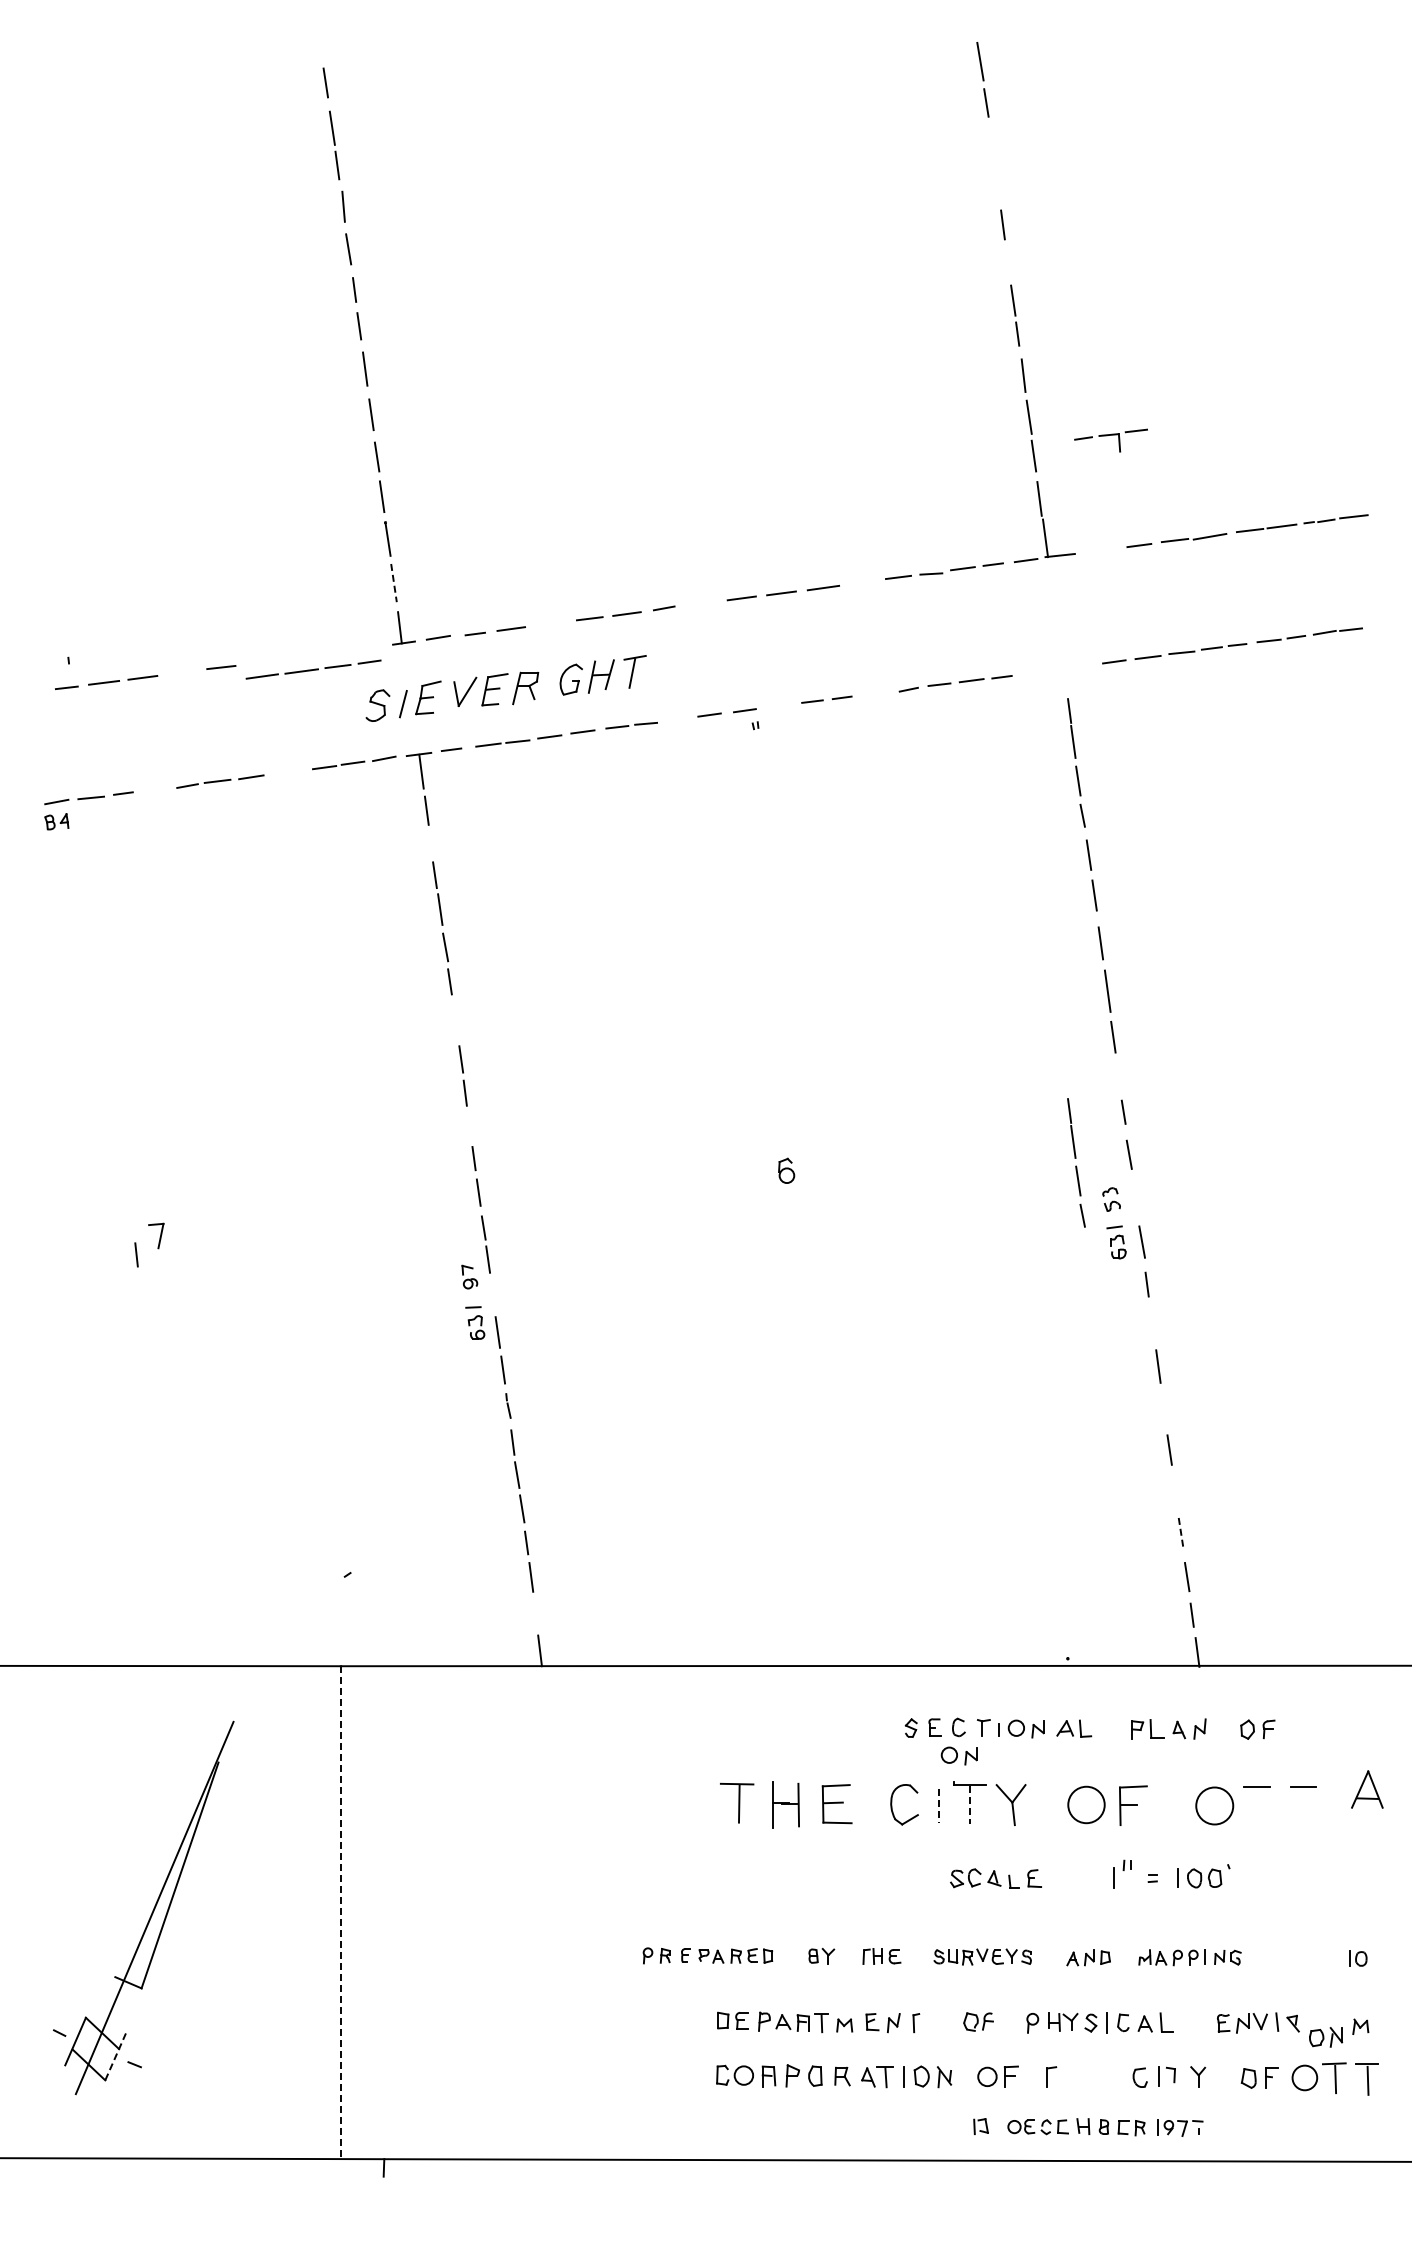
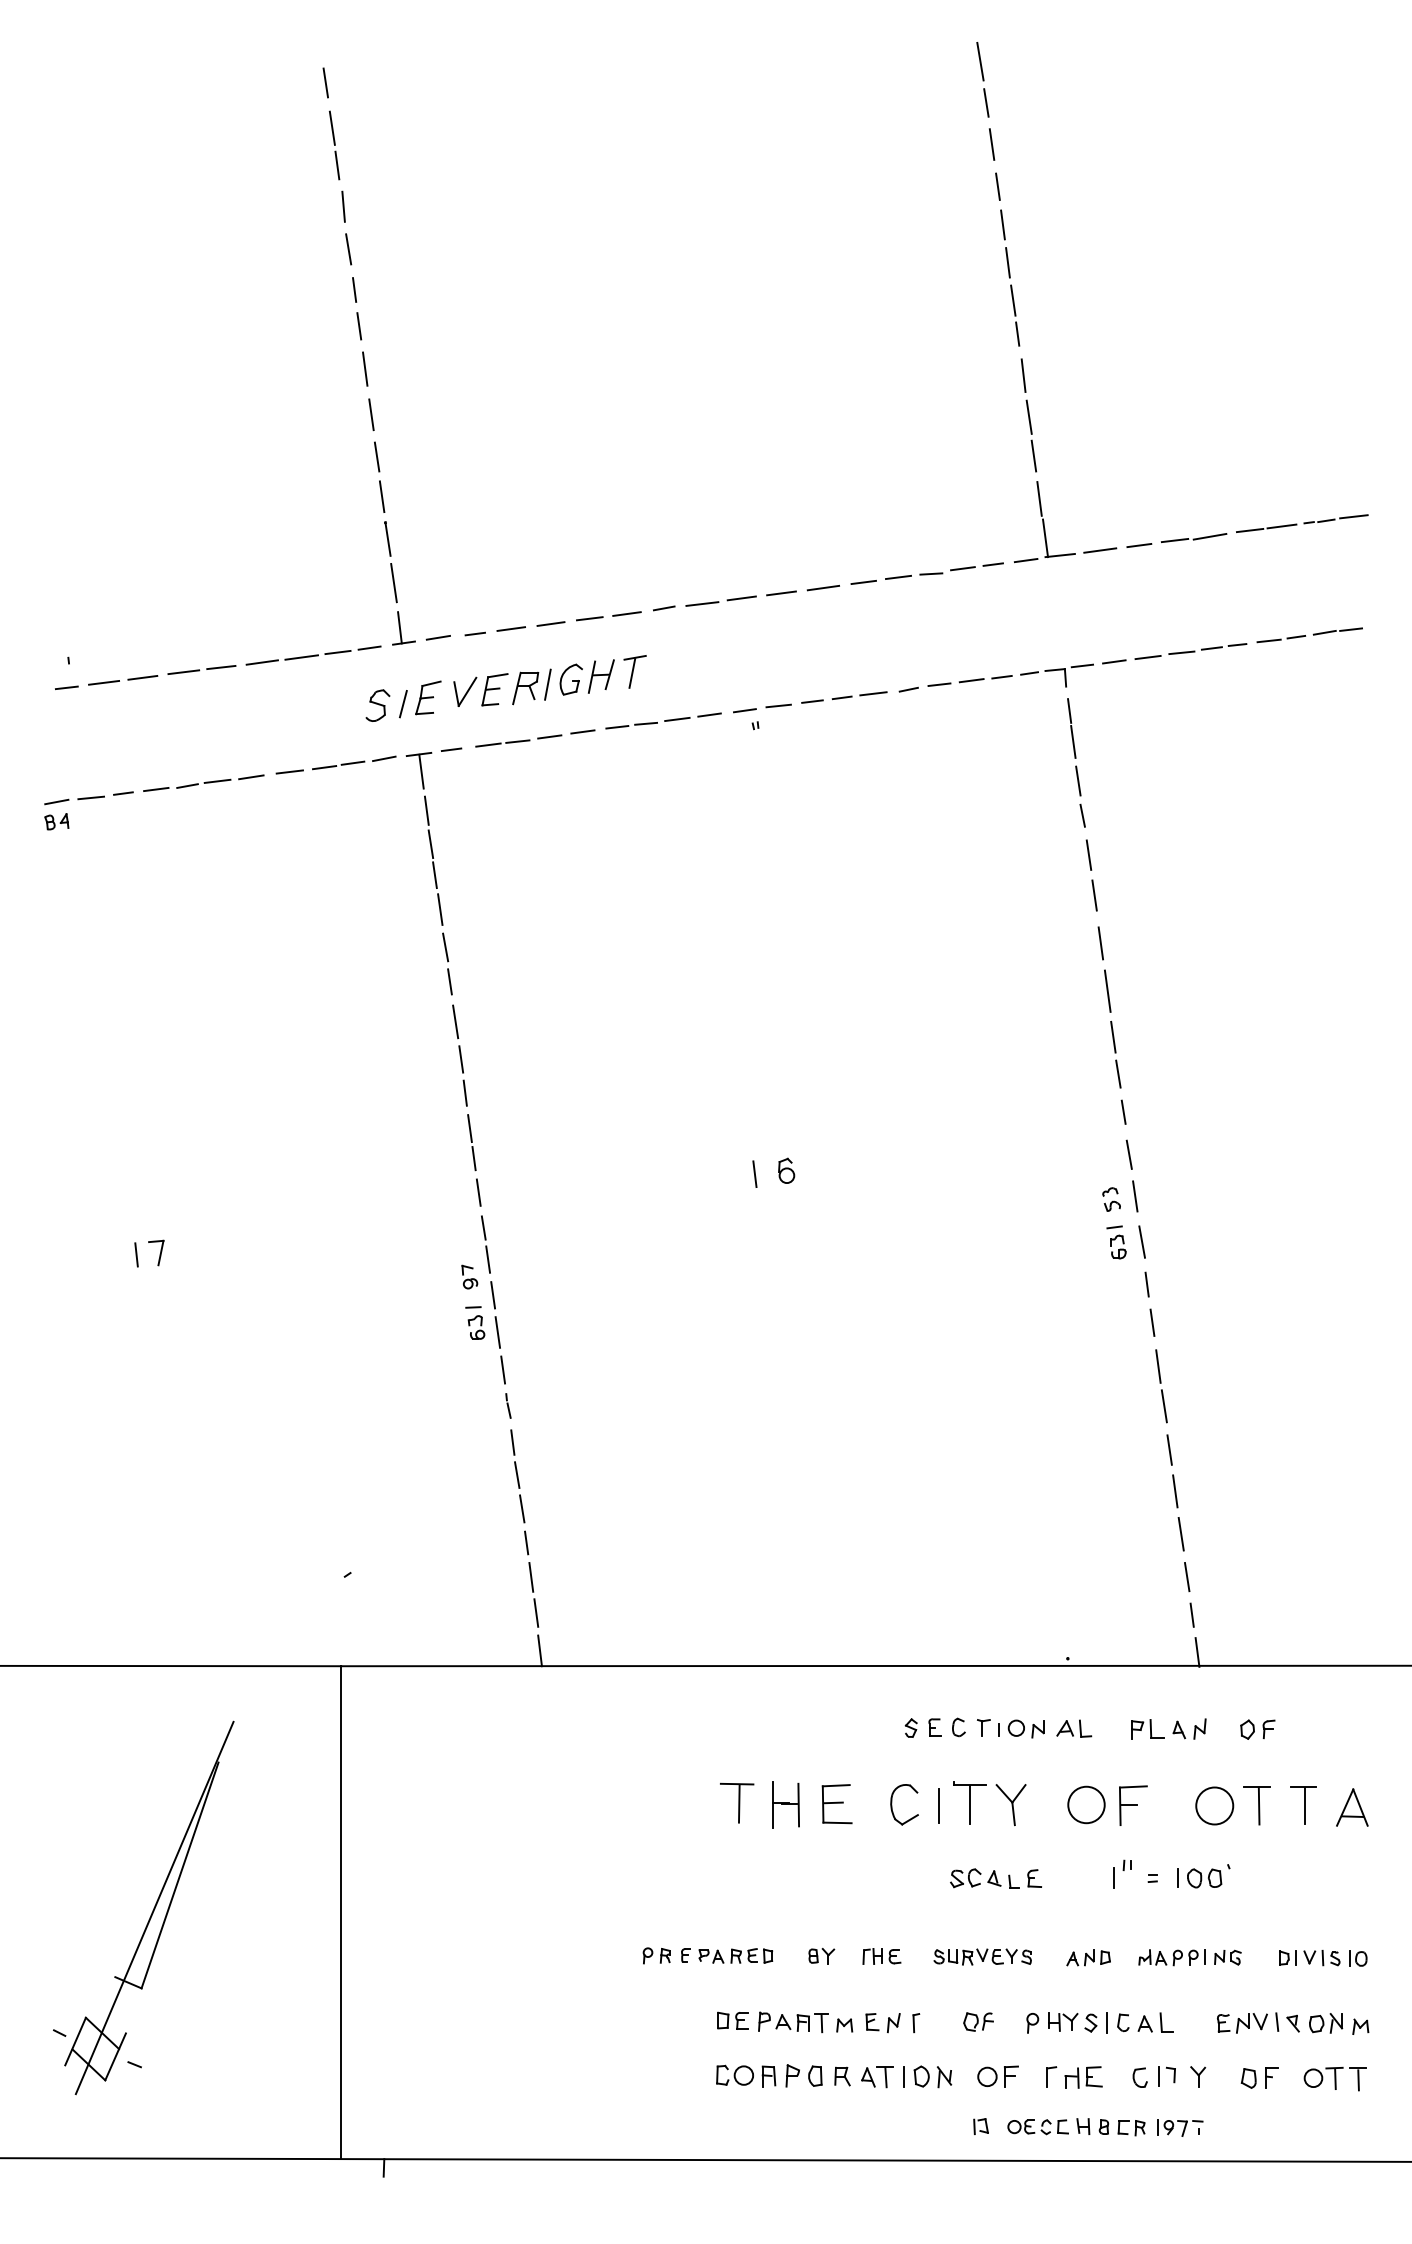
line at (992, 144): none -> present
line at (997, 186): none -> present
line at (1007, 262): none -> present
part at (1110, 440) position: (1110, 440) -> (1056, 675)
line at (1100, 550): none -> present
line at (863, 582): none -> present
line at (394, 583): dashed -> solid
line at (702, 603): none -> present
line at (550, 623): none -> present
part at (313, 669) position: (313, 669) -> (313, 655)
line at (183, 672): none -> present
line at (547, 684): none -> present
line at (873, 693): none -> present
line at (778, 705): none -> present
line at (677, 719): none -> present
line at (289, 771): none -> present
line at (156, 789): none -> present
line at (430, 844): none -> present
line at (455, 1021): none -> present
line at (1118, 1073): none -> present
line at (469, 1128): none -> present
part at (1076, 1162): present -> none
line at (754, 1174): none -> present
line at (1135, 1196): none -> present
part at (156, 1235) position: (156, 1235) -> (156, 1252)
line at (493, 1295): none -> present
line at (1152, 1322): none -> present
line at (1163, 1406): none -> present
line at (1175, 1491): none -> present
line at (1181, 1534): dashed -> solid
line at (536, 1612): none -> present
part at (958, 1755): present -> none
part at (1367, 1789) position: (1367, 1789) -> (1352, 1807)
line at (969, 1805): dashed -> solid
line at (1258, 1805): none -> present
line at (939, 1806): dashed -> solid
line at (1305, 1806): none -> present
line at (341, 1912): dashed -> solid
part at (1309, 1958): none -> present
part at (1326, 2037) position: (1326, 2037) -> (1326, 2023)
line at (115, 2056): dashed -> solid
part at (1083, 2077): none -> present
part at (1334, 2078) size: 88x34 px -> 64x26 px
